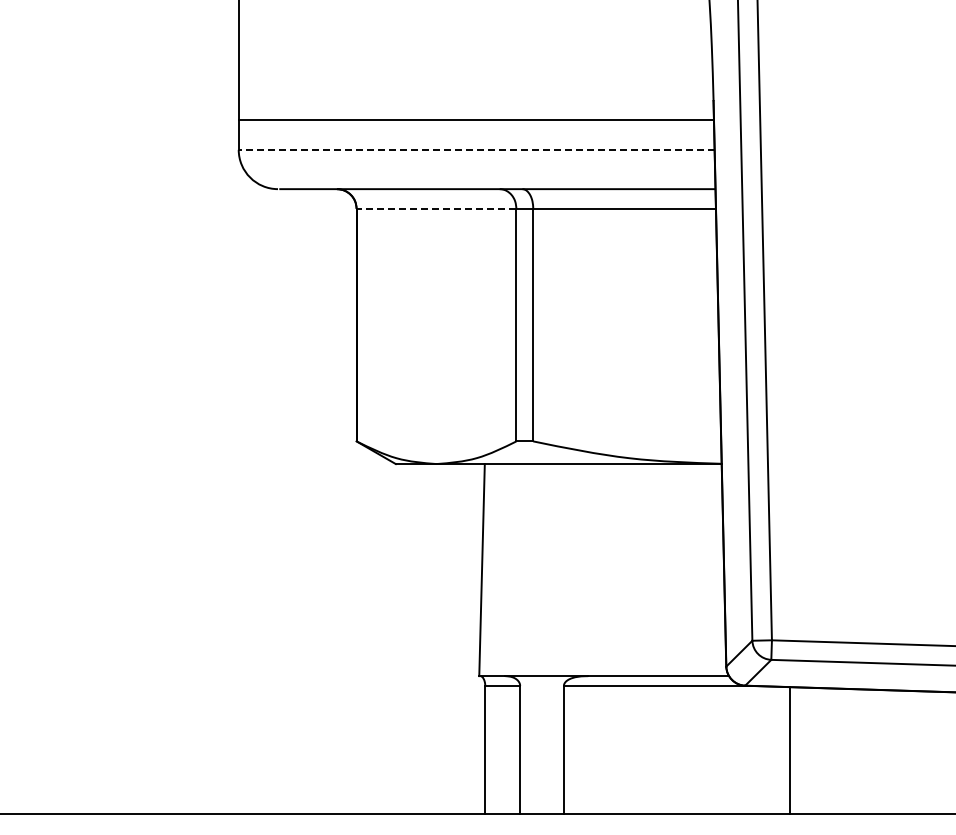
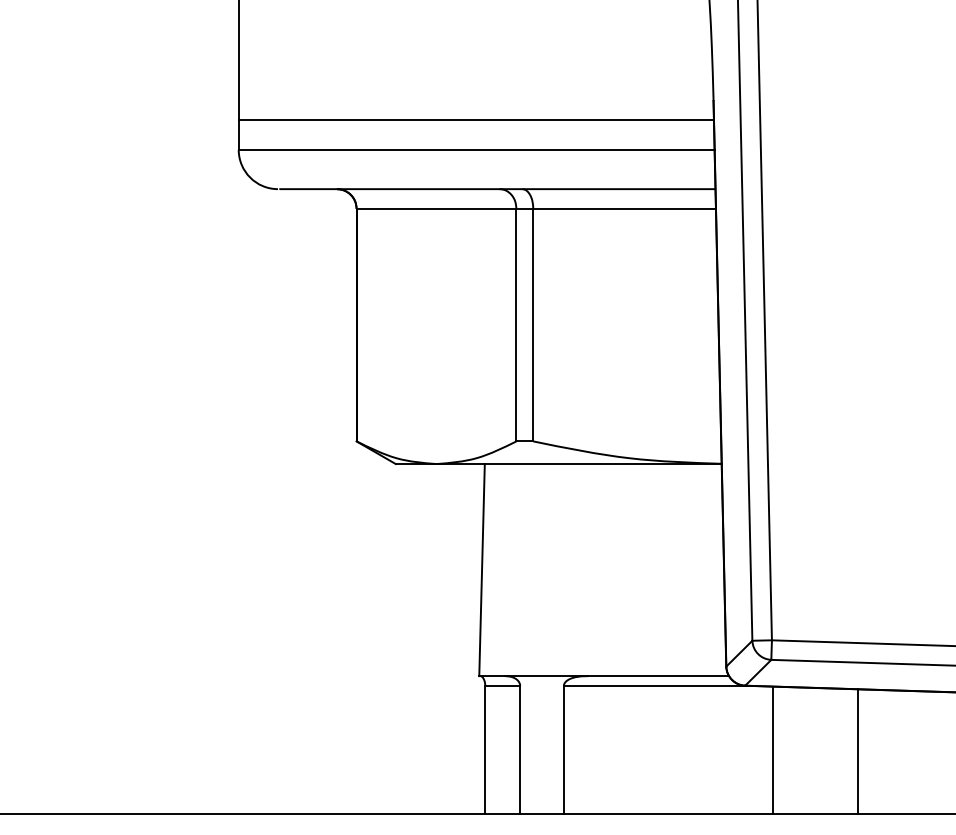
line at (476, 149): dashed -> solid
line at (436, 208): dashed -> solid
line at (790, 749) position: (790, 749) -> (773, 749)
line at (857, 751): none -> present
